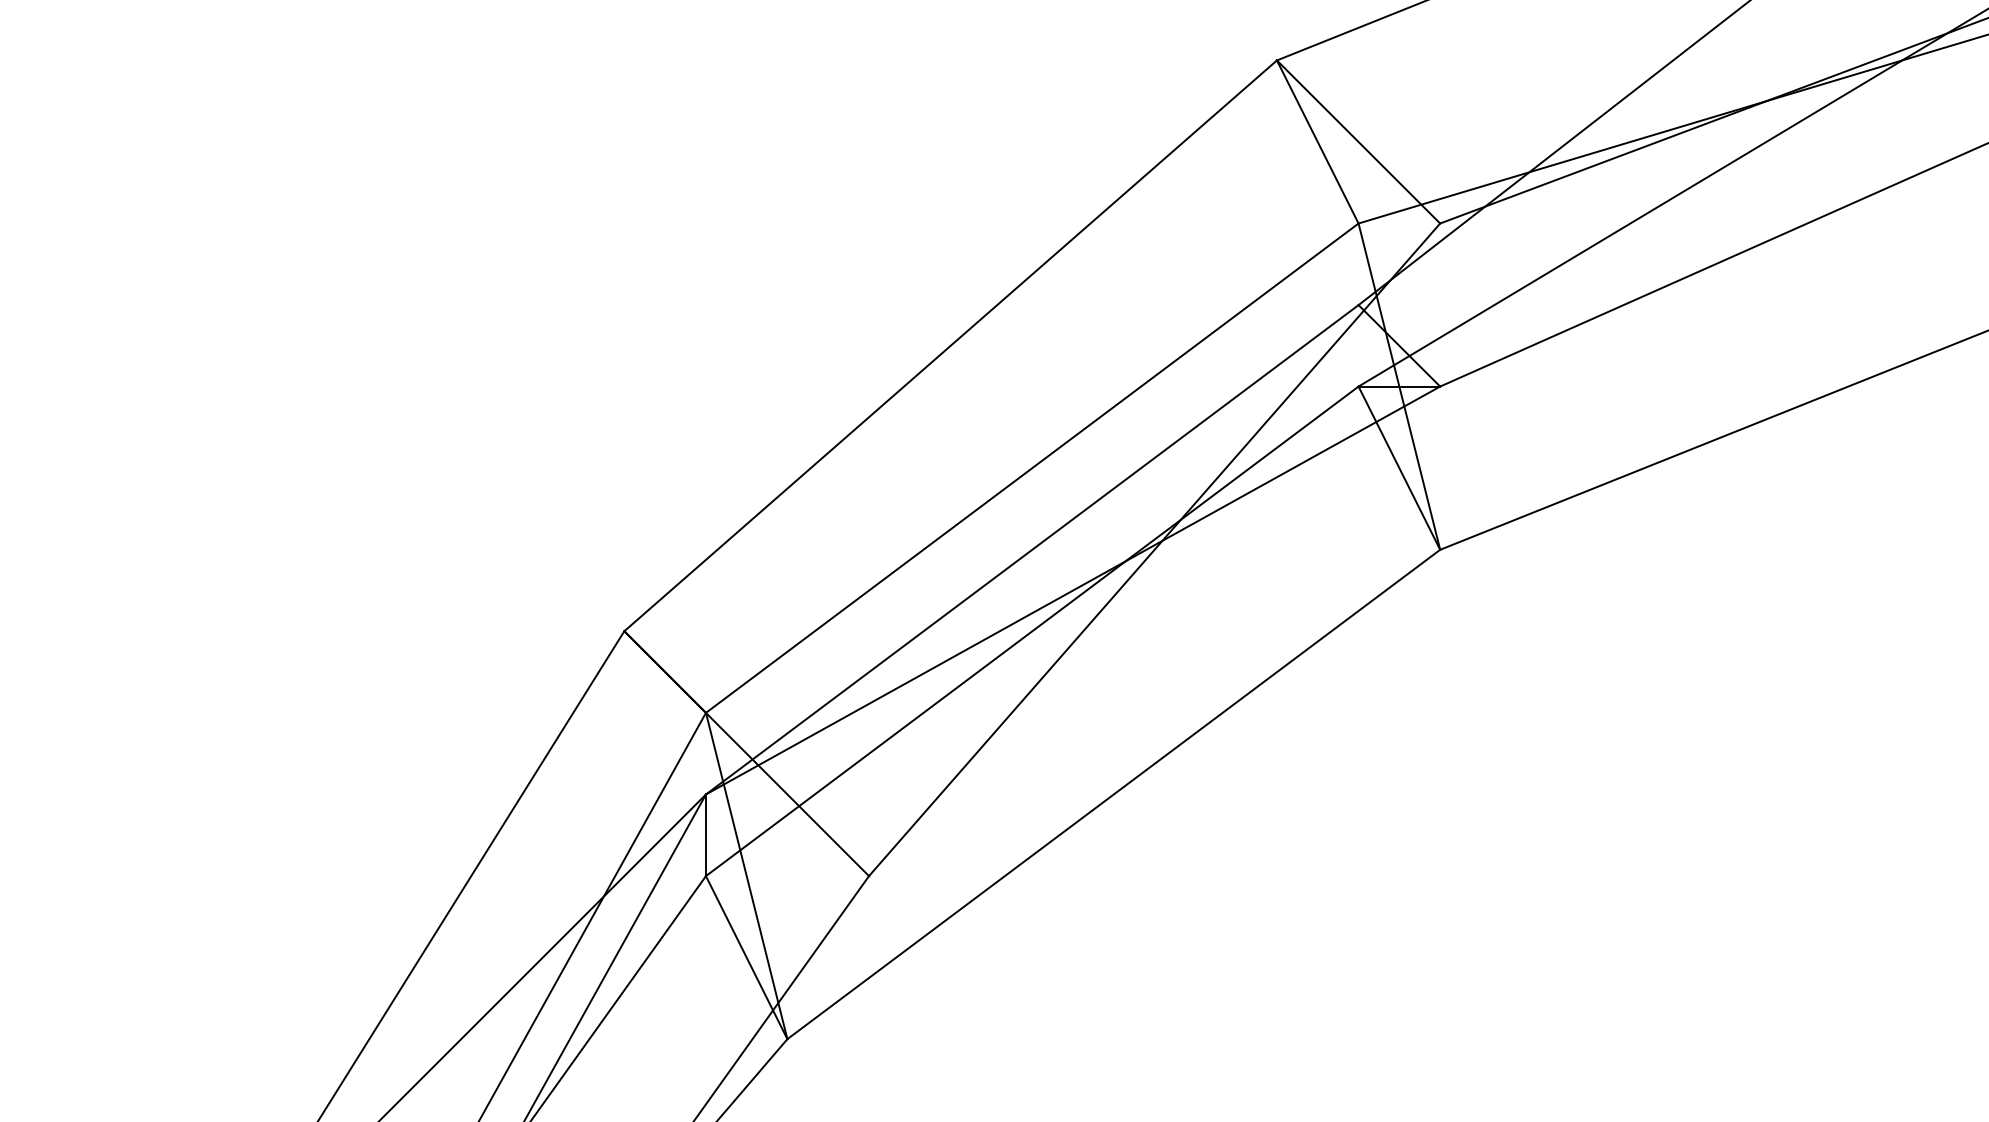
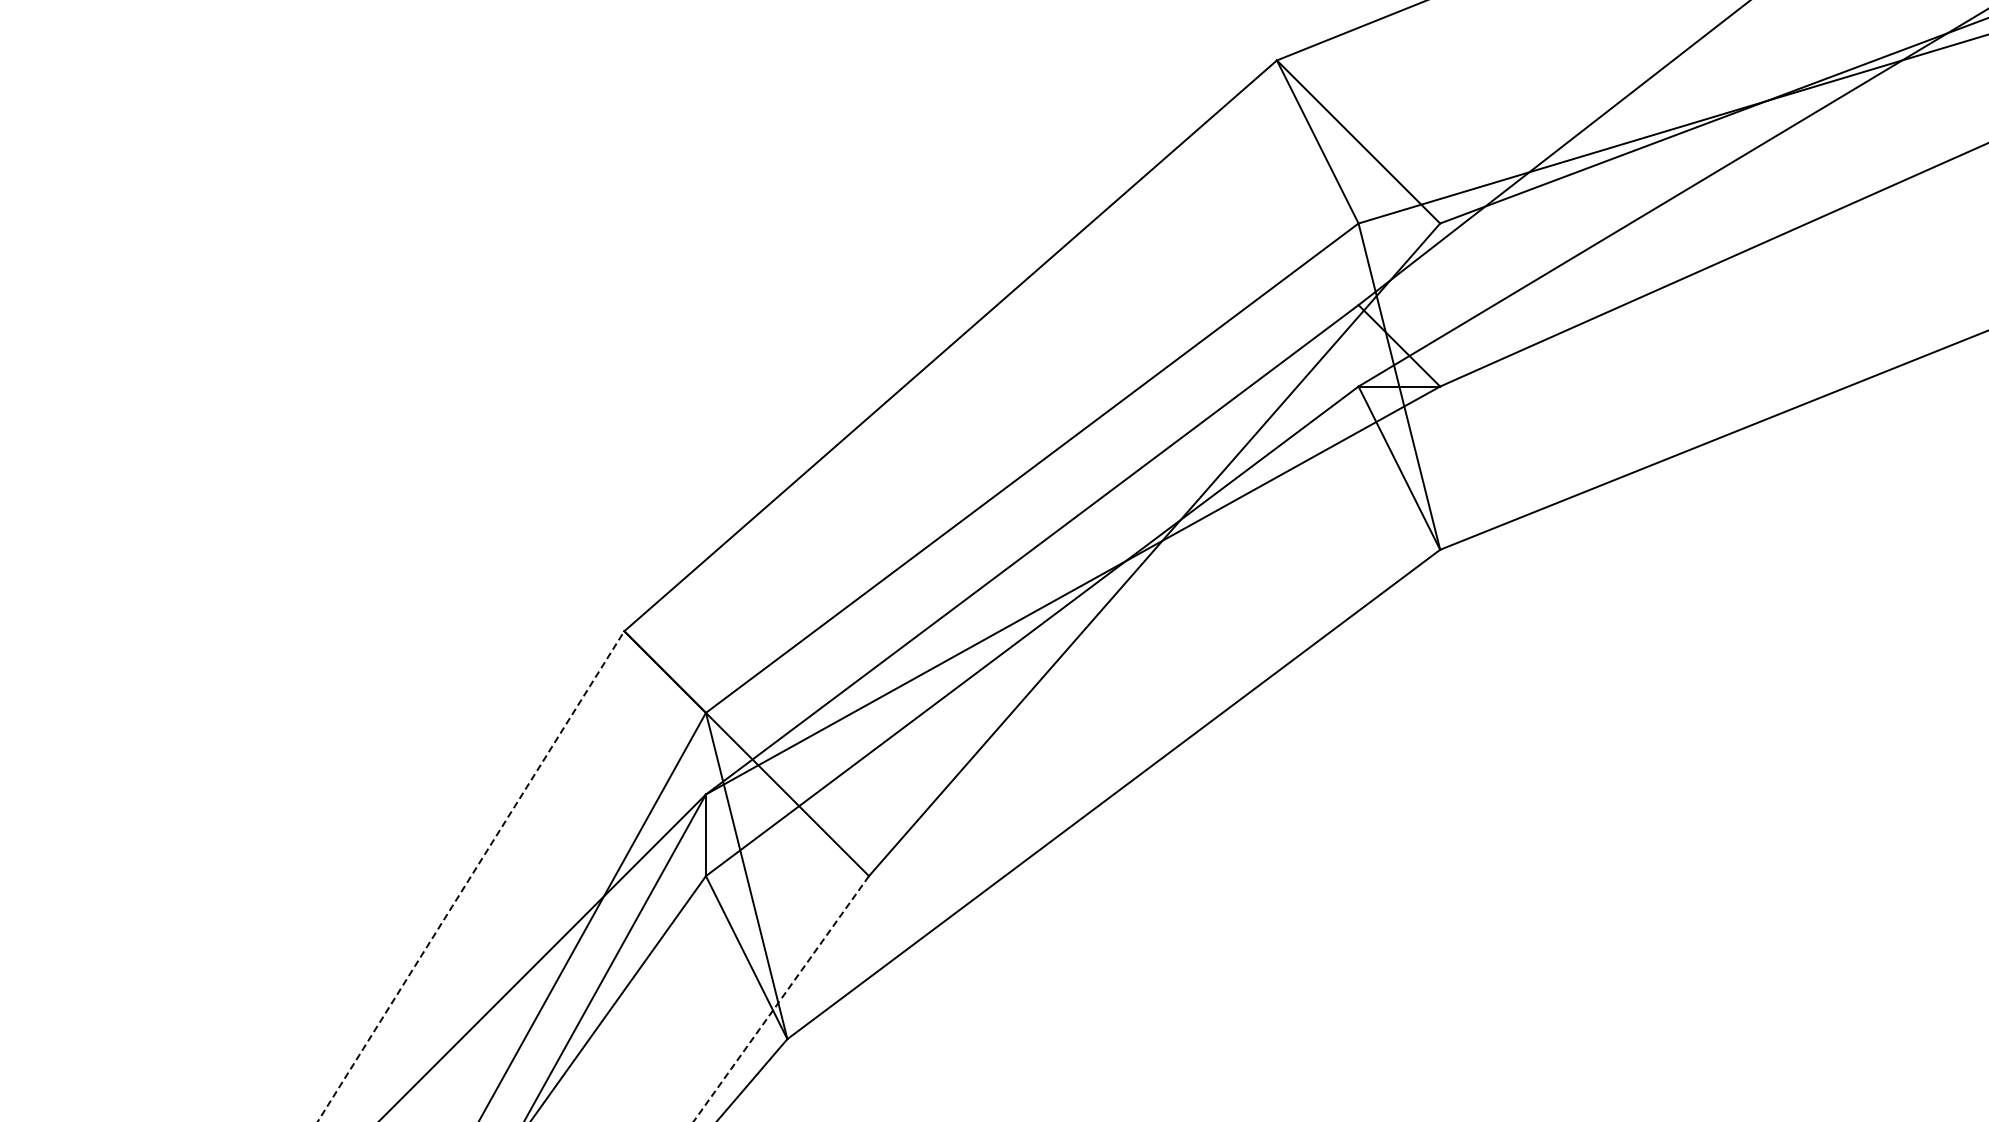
line at (471, 876): solid -> dashed
line at (781, 998): solid -> dashed
